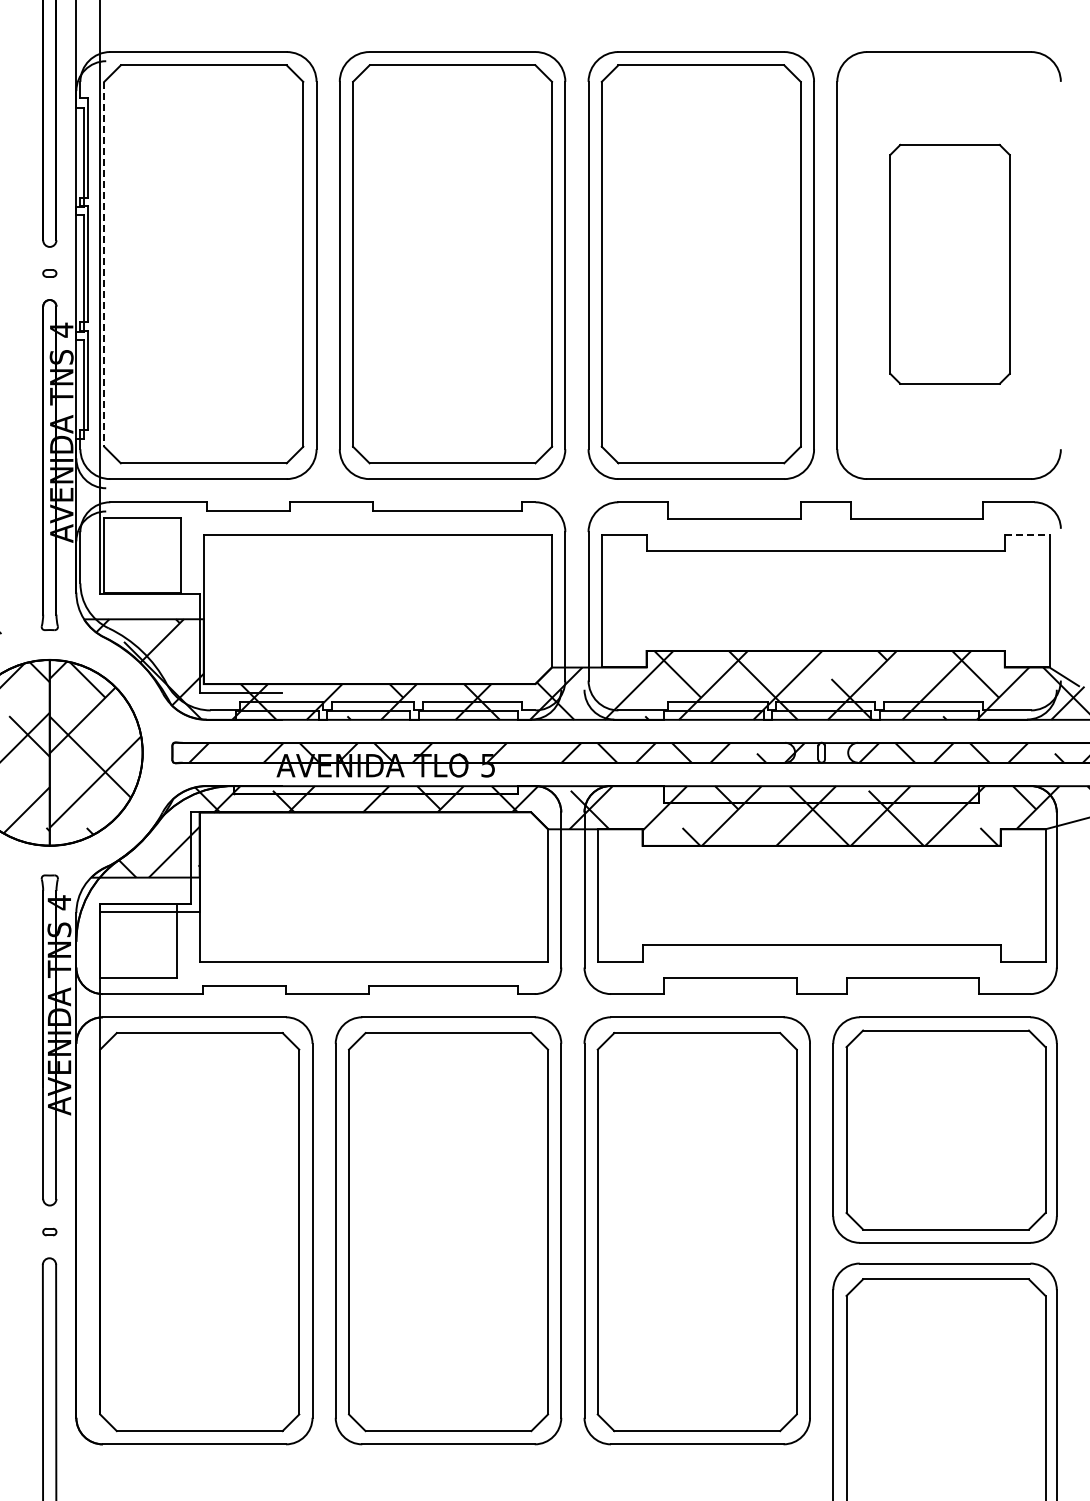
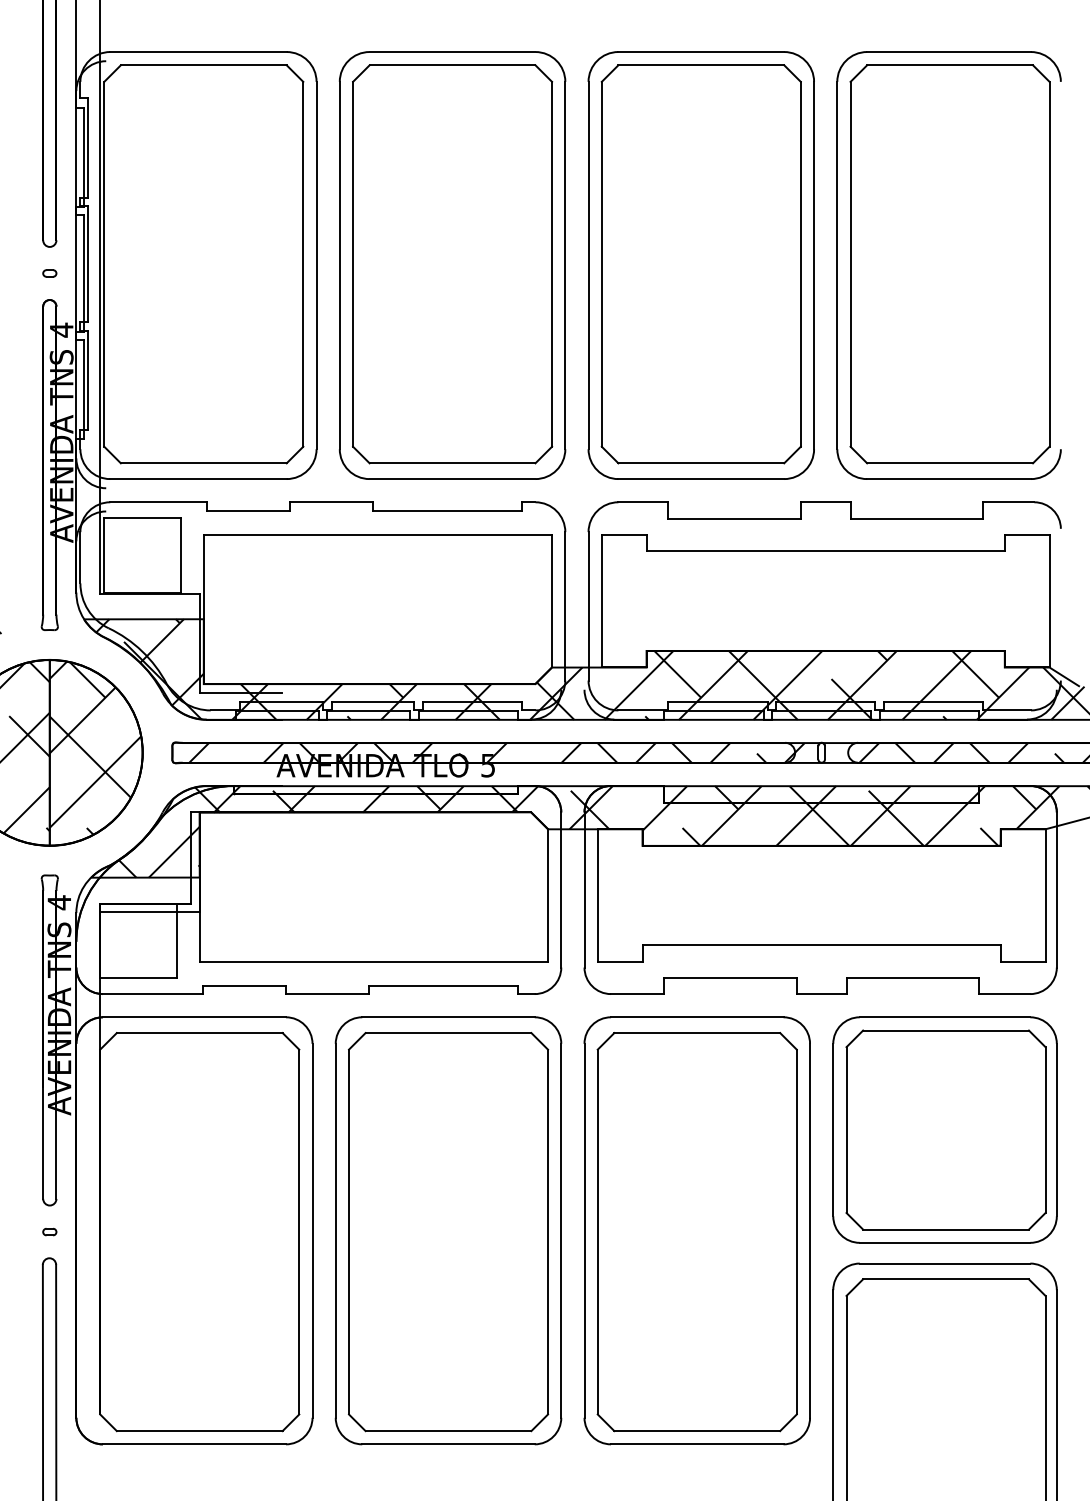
part at (949, 263) size: 122x242 px -> 202x401 px
line at (104, 264): dashed -> solid
line at (1027, 534): dashed -> solid
